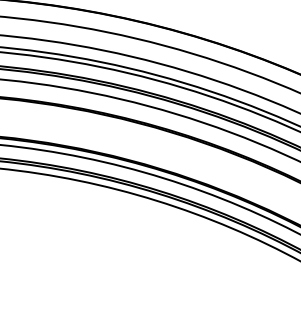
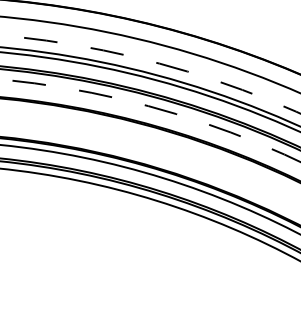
arc at (153, 62): solid -> dashed
arc at (153, 107): solid -> dashed
